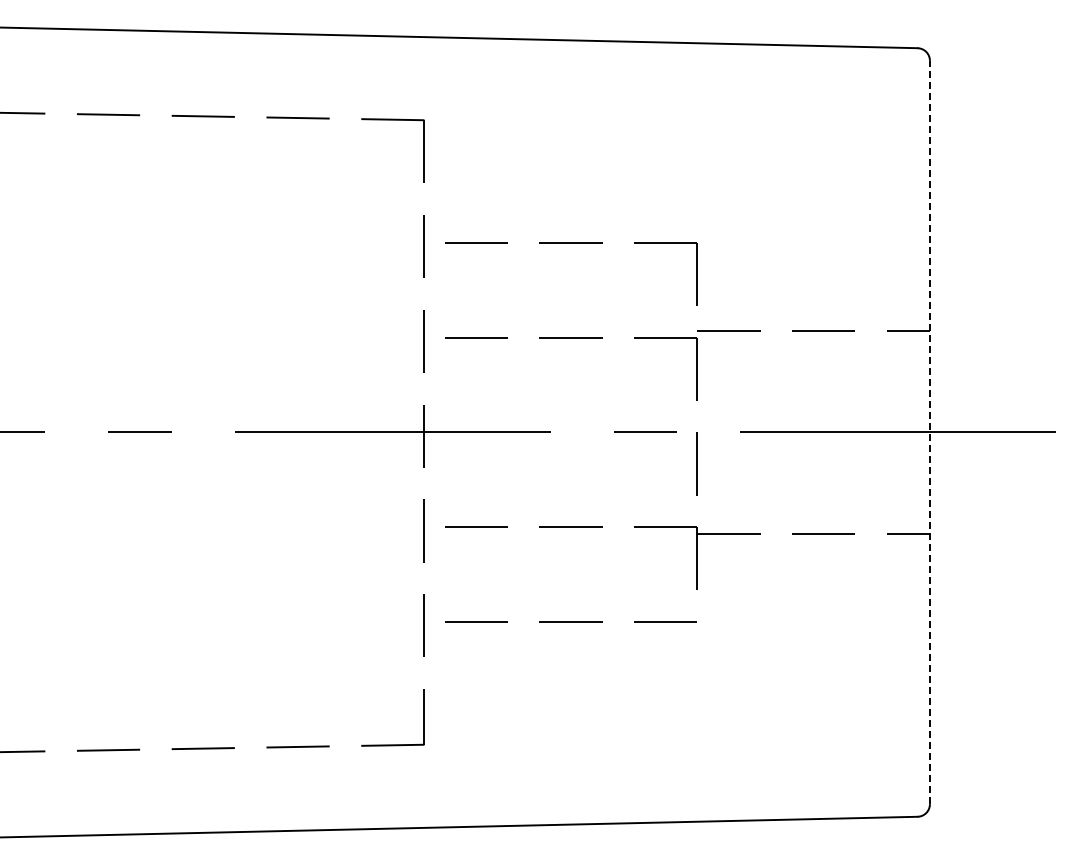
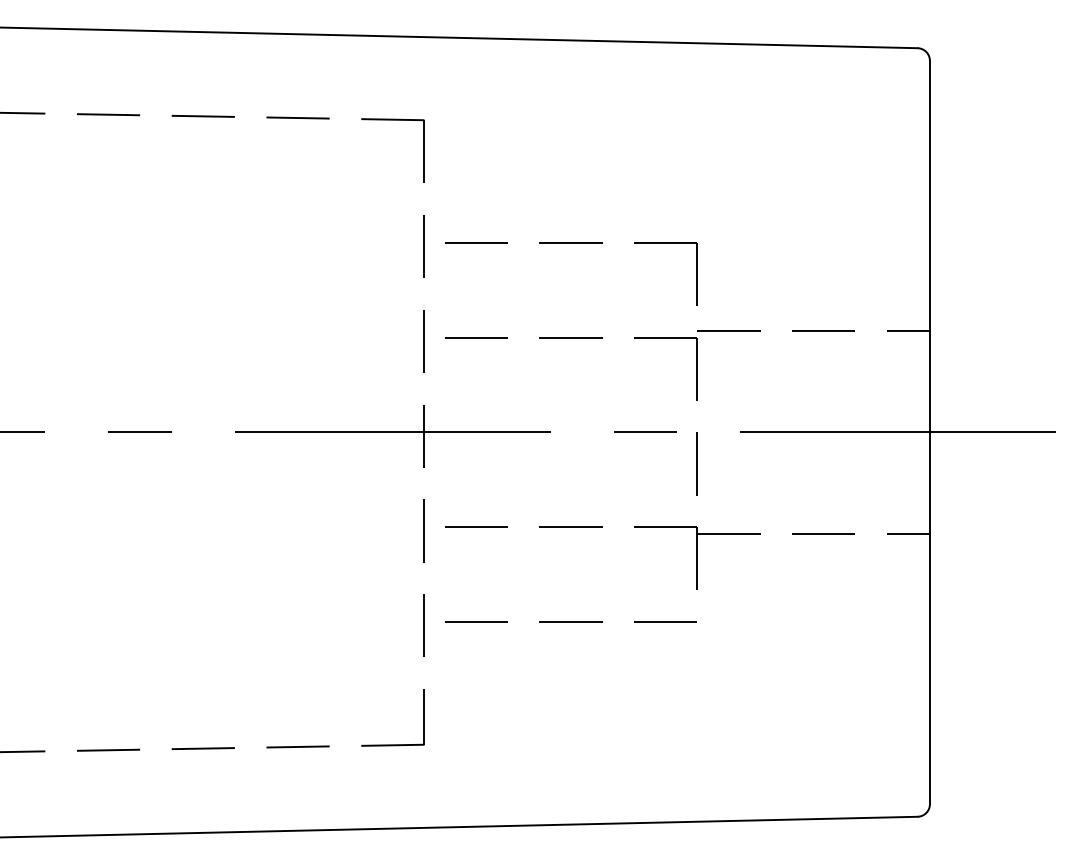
line at (929, 432): dashed -> solid
